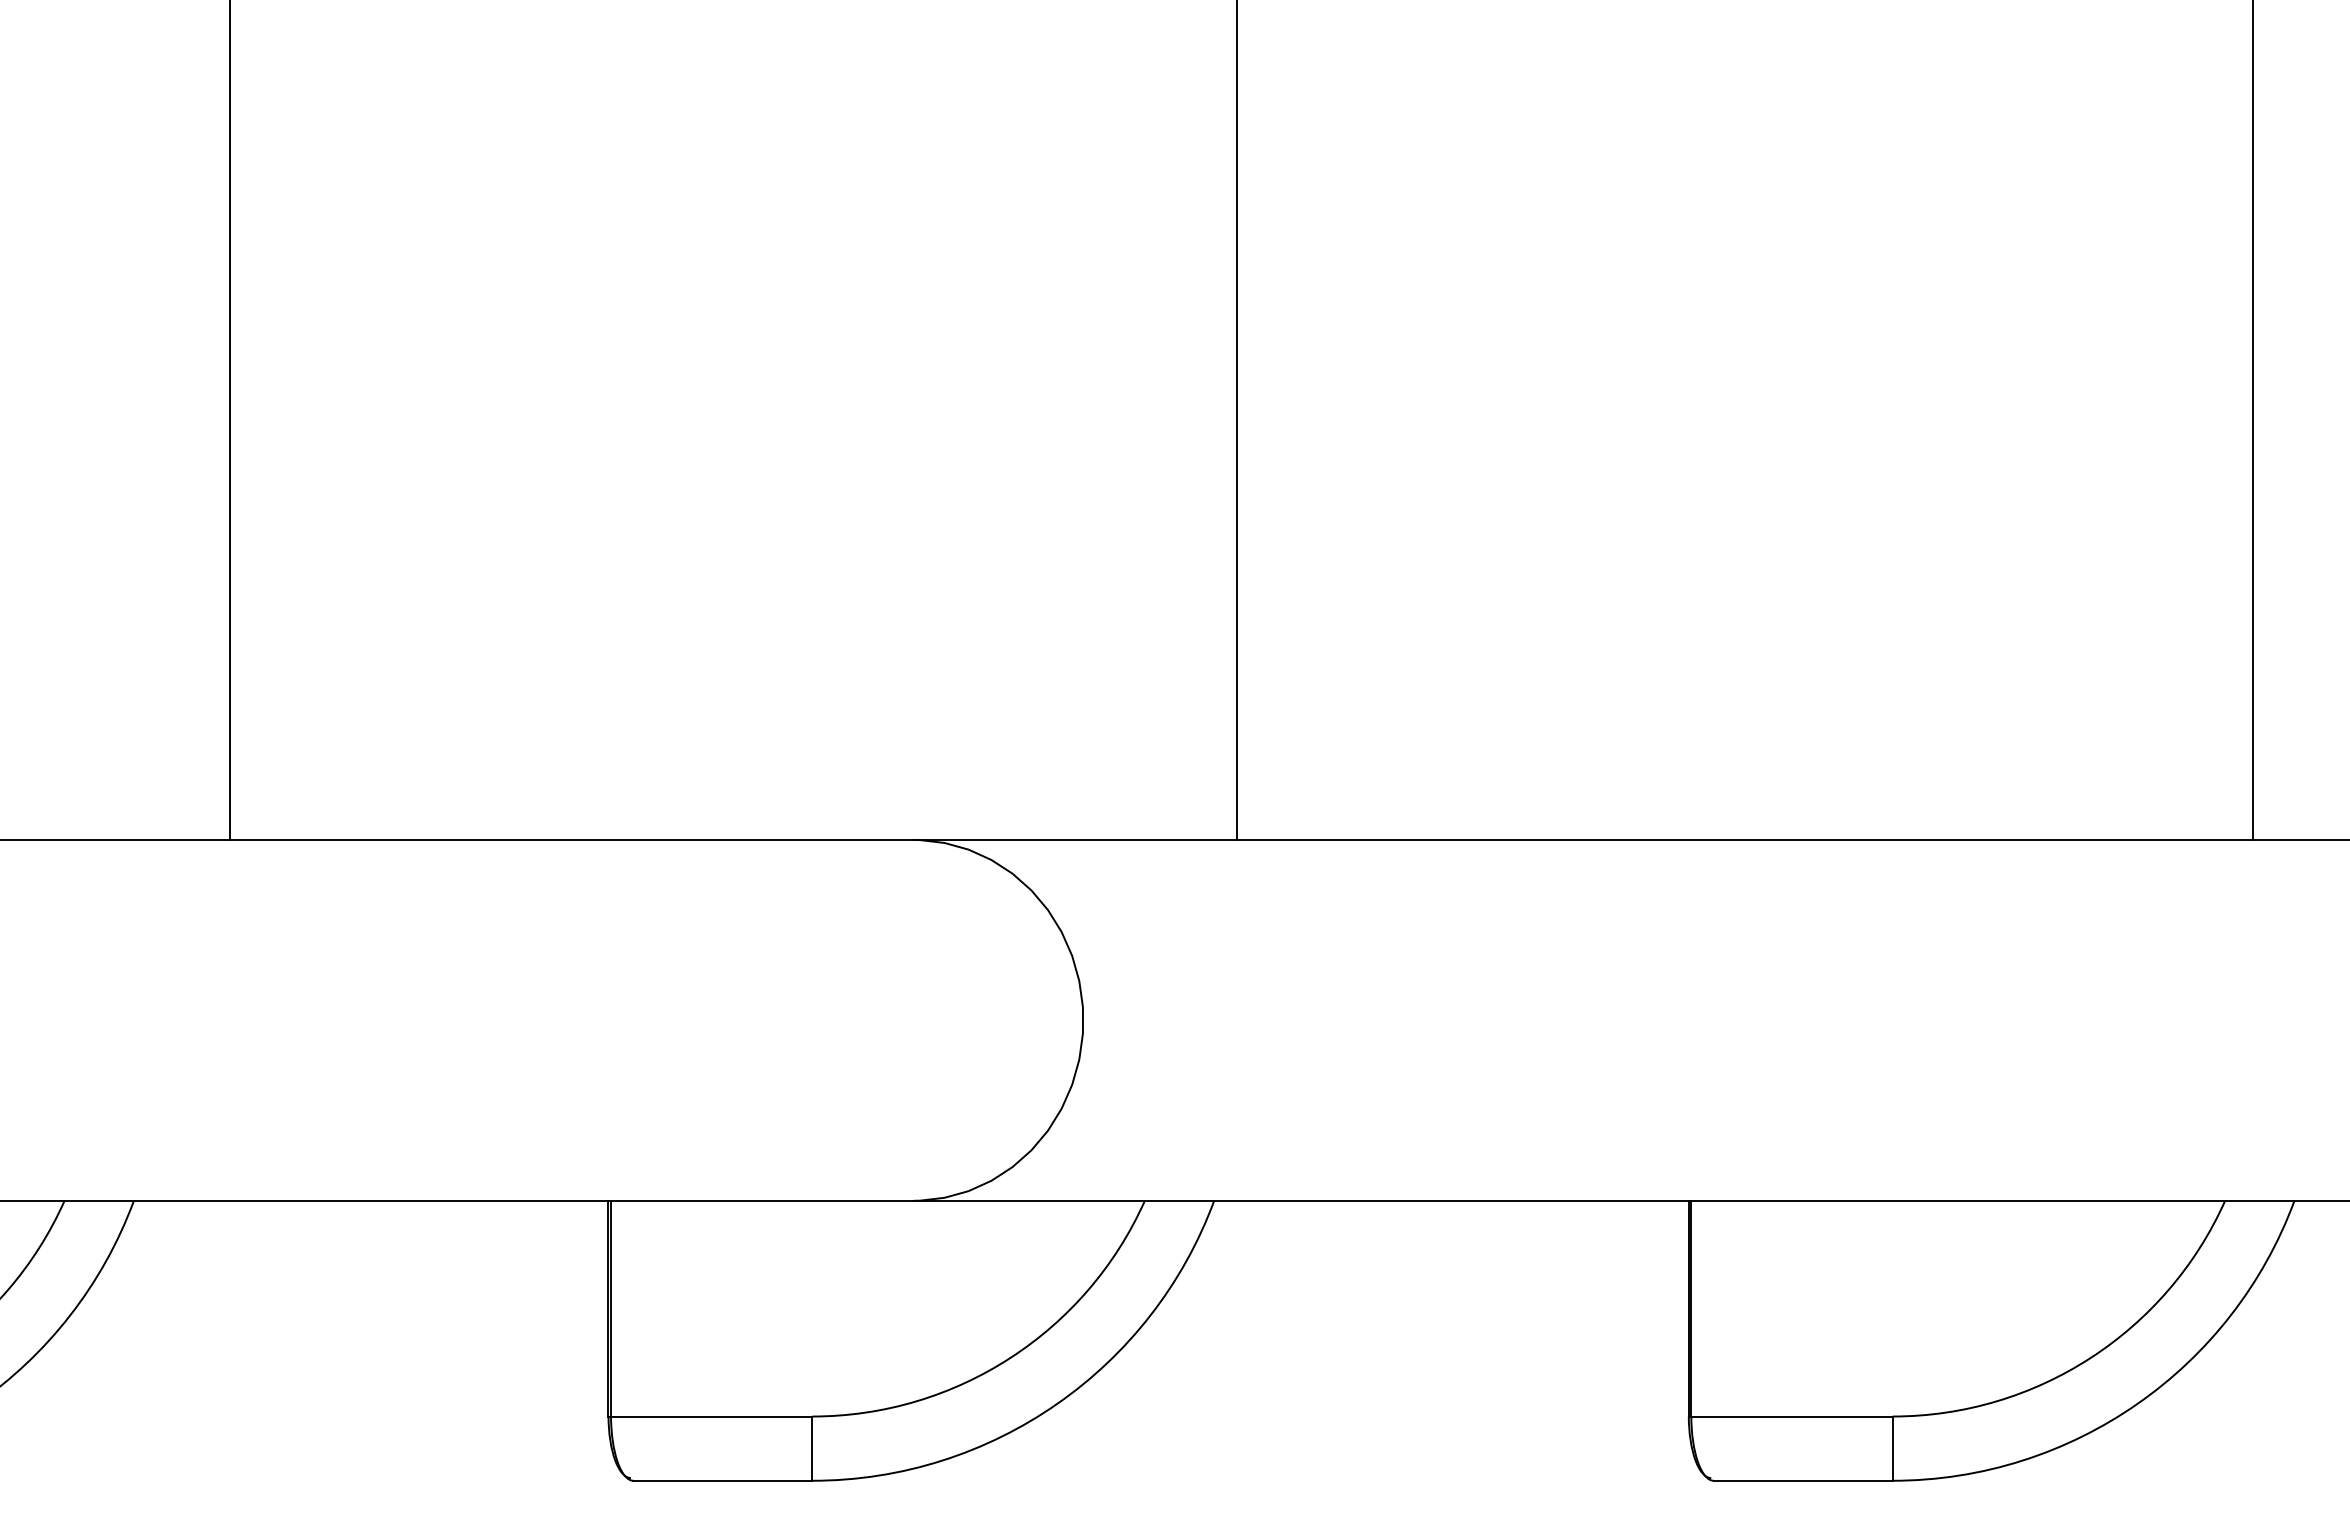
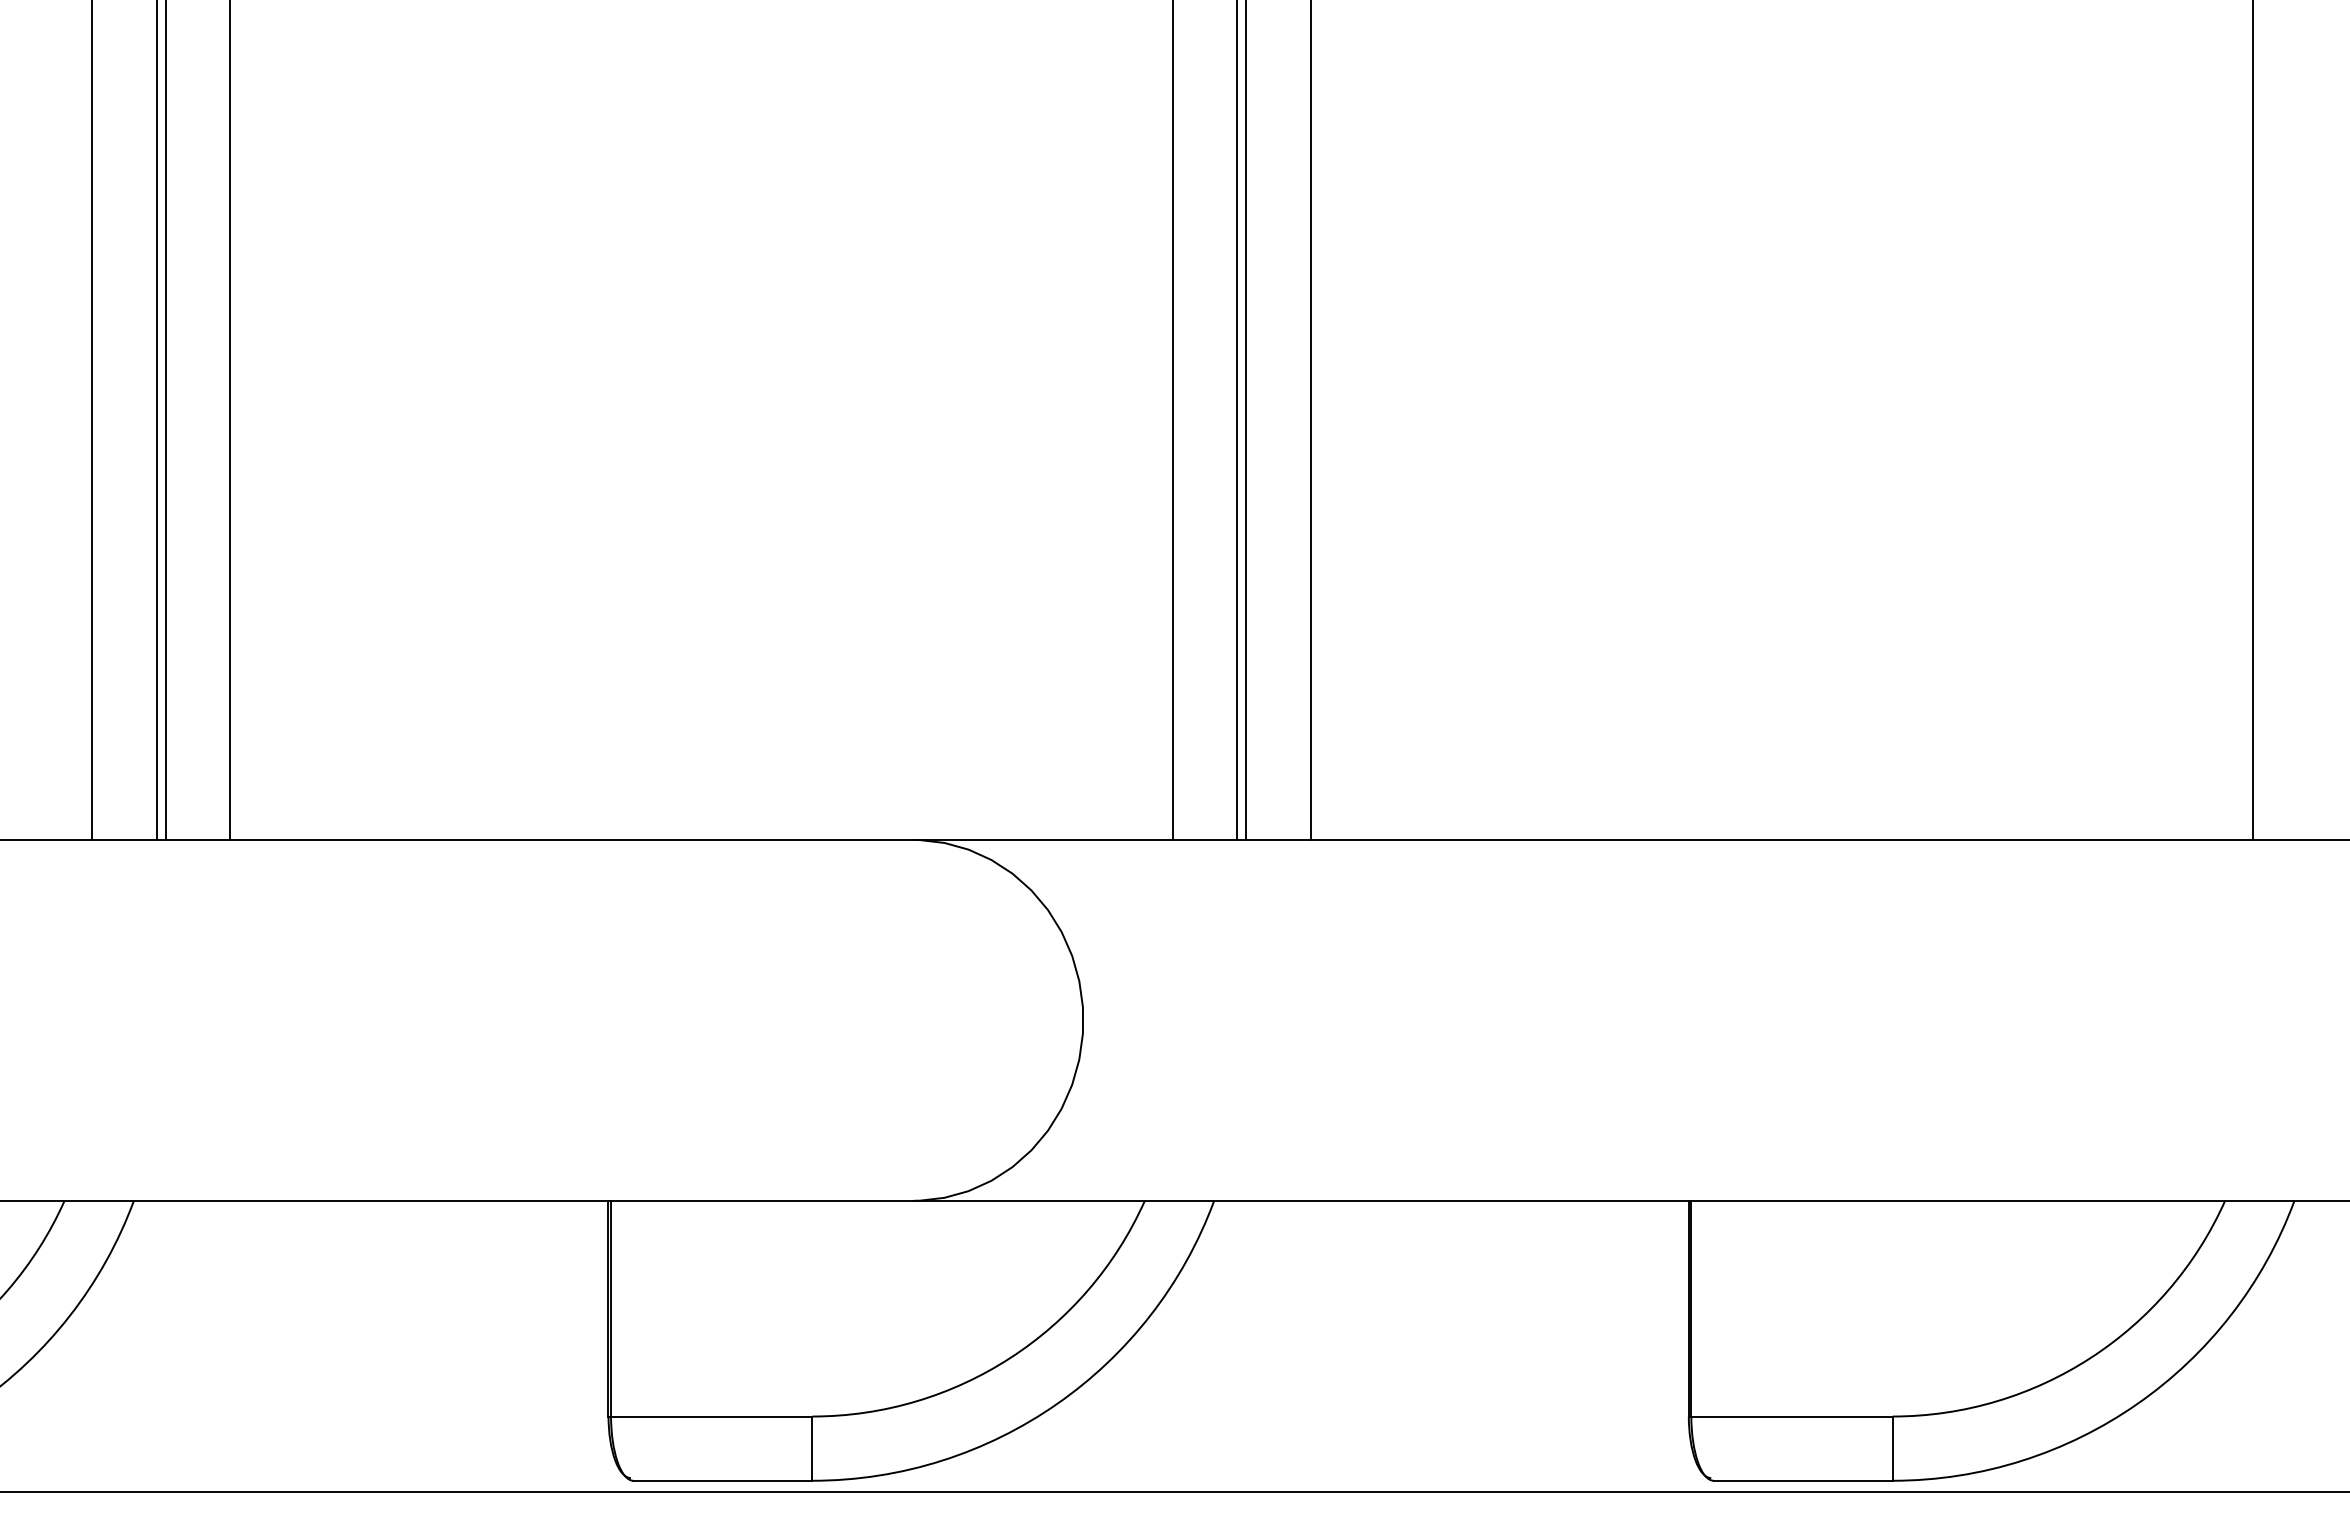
line at (92, 420): none -> present
line at (156, 420): none -> present
line at (166, 420): none -> present
line at (1172, 420): none -> present
line at (1246, 420): none -> present
line at (1310, 420): none -> present
line at (1174, 1491): none -> present
